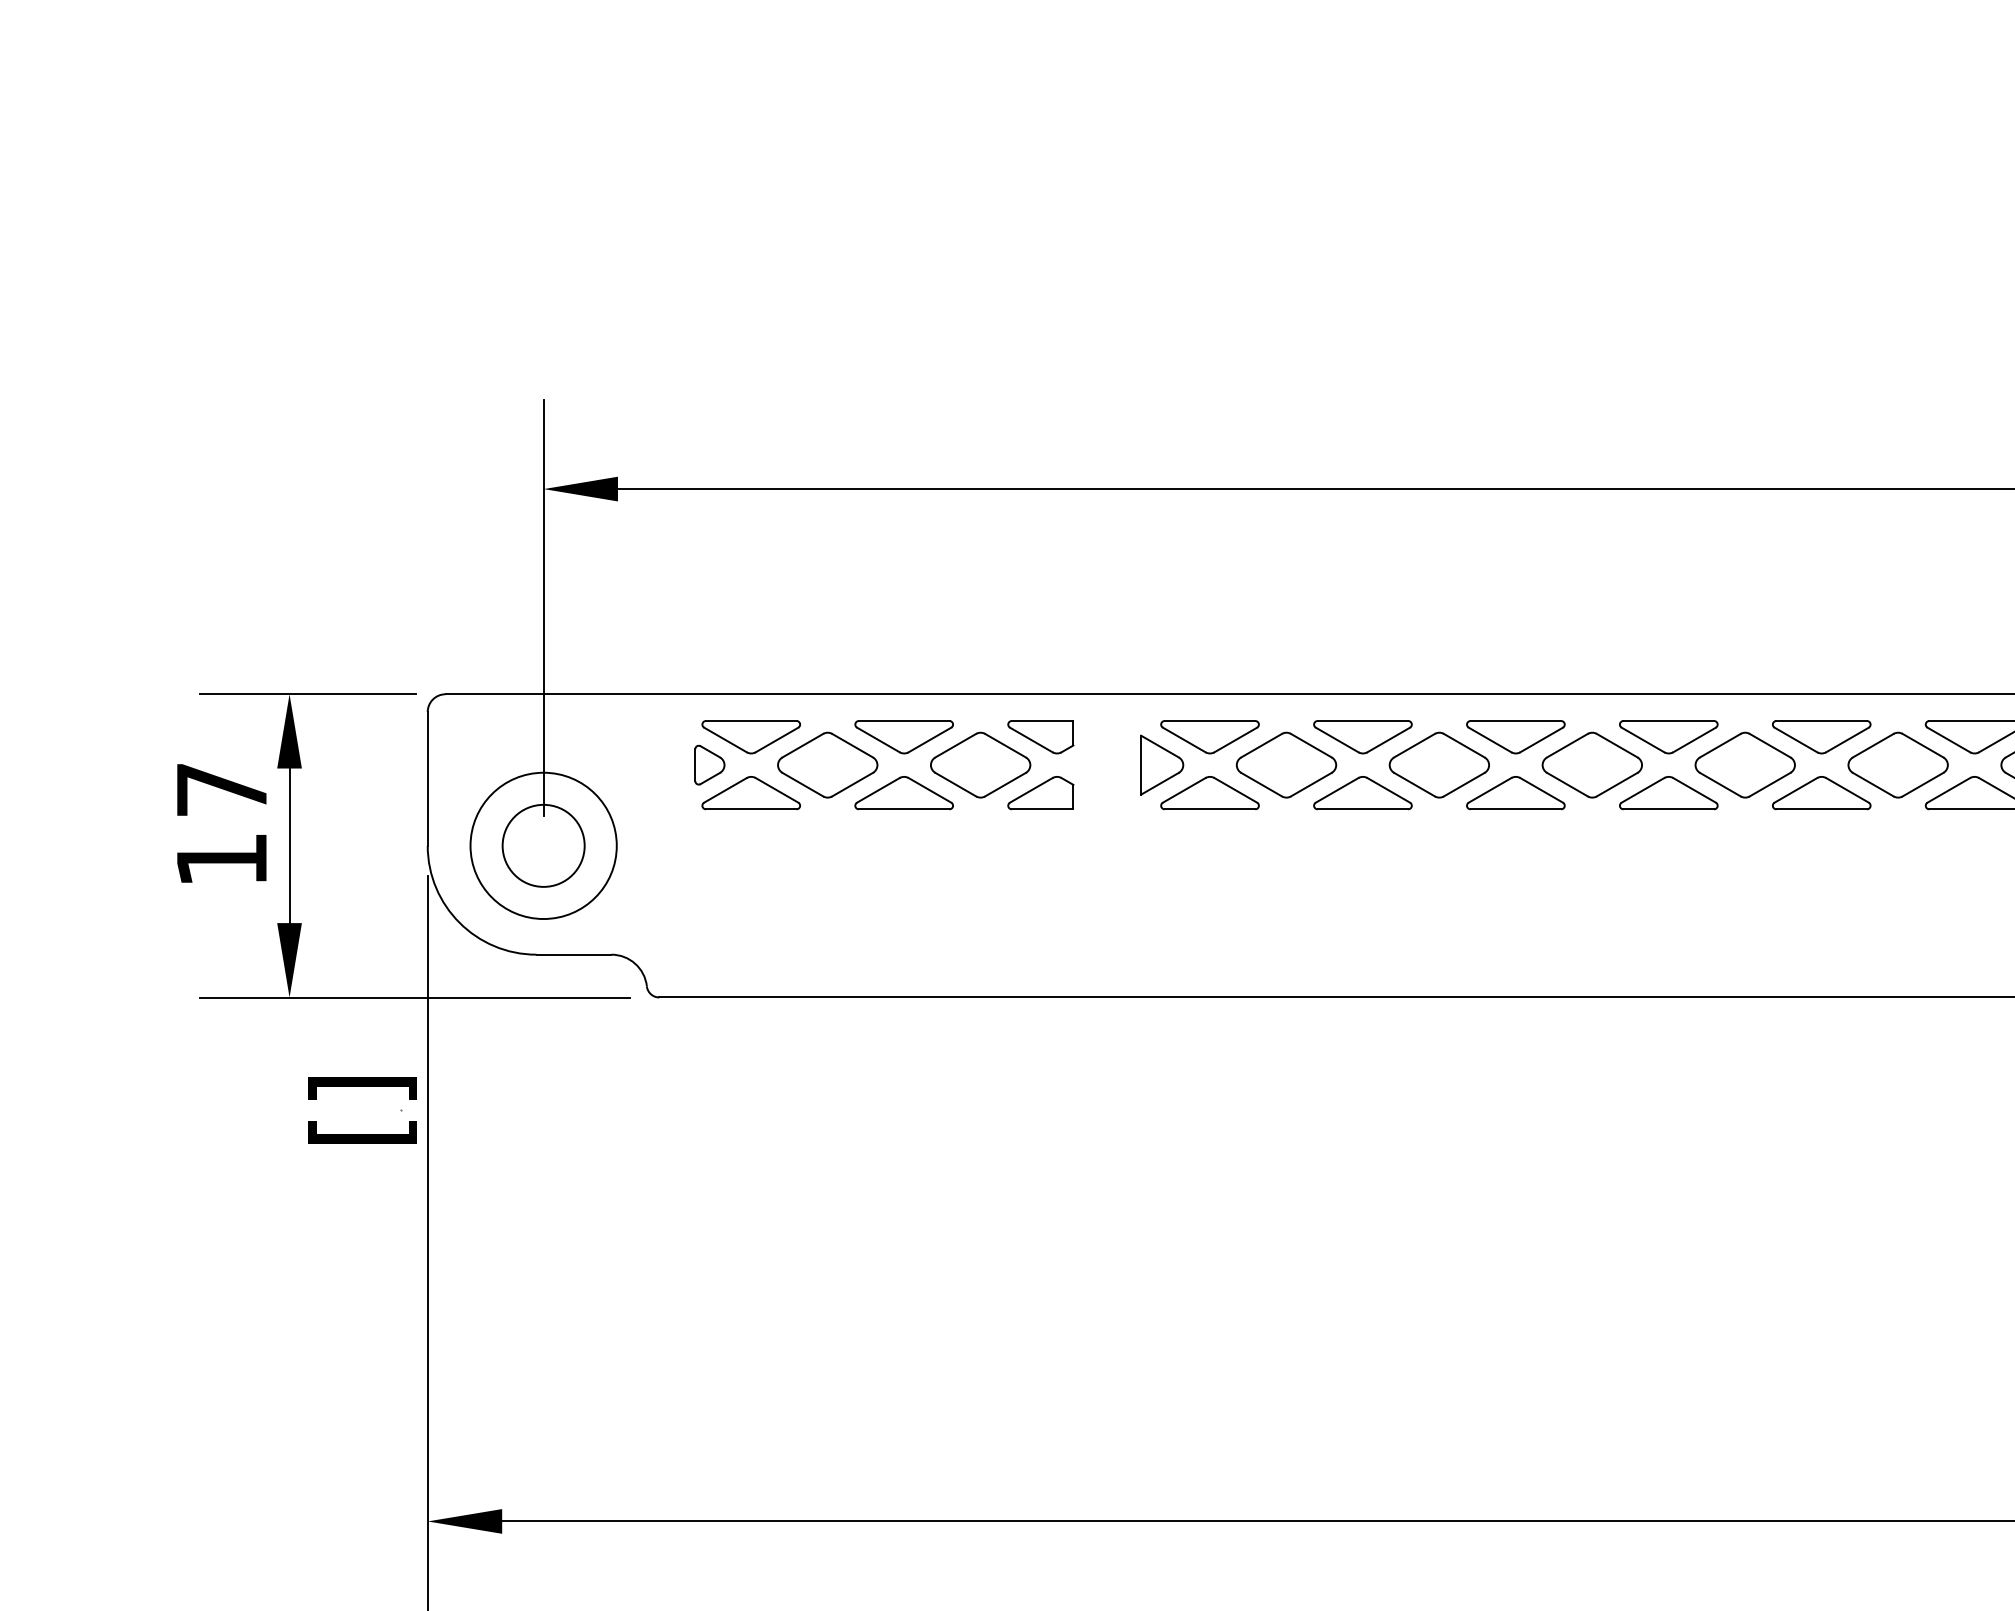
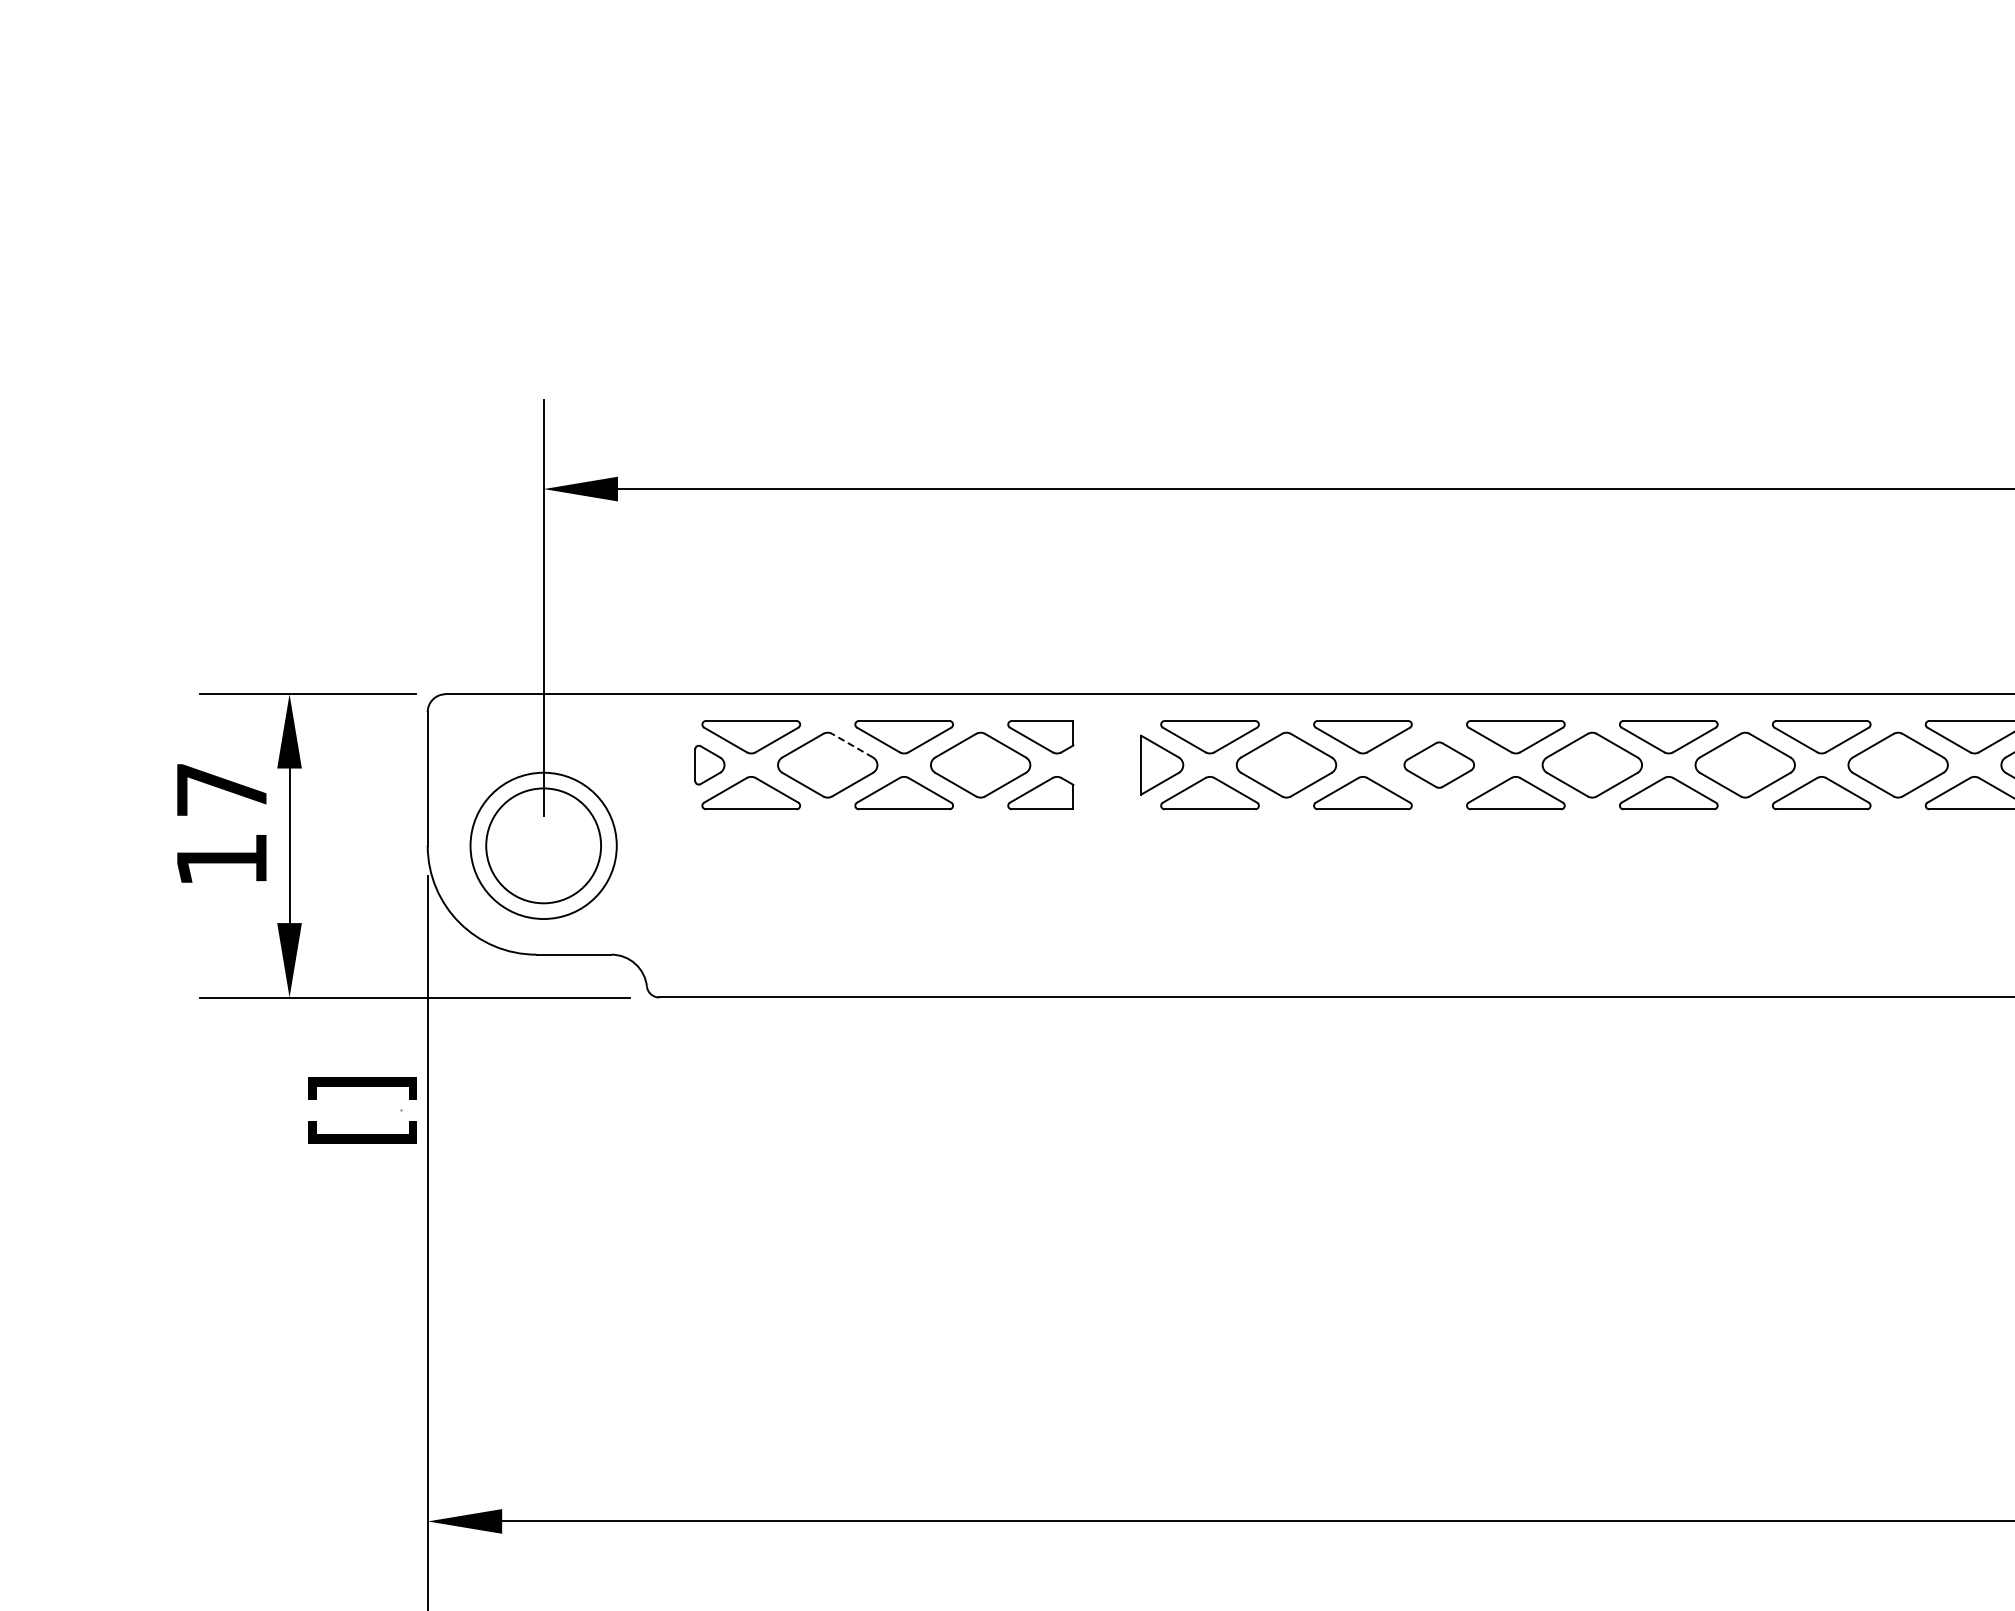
line at (852, 745): solid -> dashed
part at (1438, 764) size: 102x68 px -> 72x48 px
circle at (543, 845) diameter: 82 px -> 115 px
